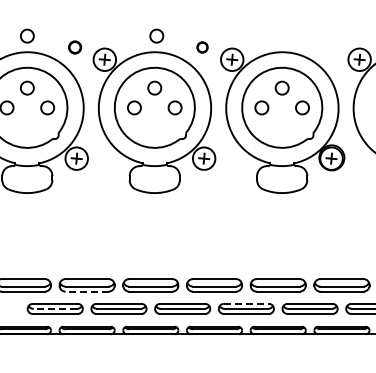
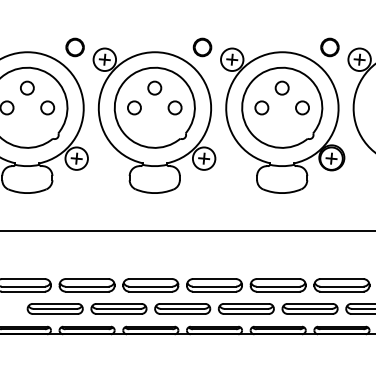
circle at (27, 35): present -> none
circle at (156, 35): present -> none
part at (75, 47) size: 15x15 px -> 20x21 px
part at (202, 47) size: 13x13 px -> 21x21 px
part at (329, 47): none -> present
line at (187, 231): none -> present
line at (87, 291): dashed -> solid
line at (246, 303): dashed -> solid
line at (55, 308): dashed -> solid
